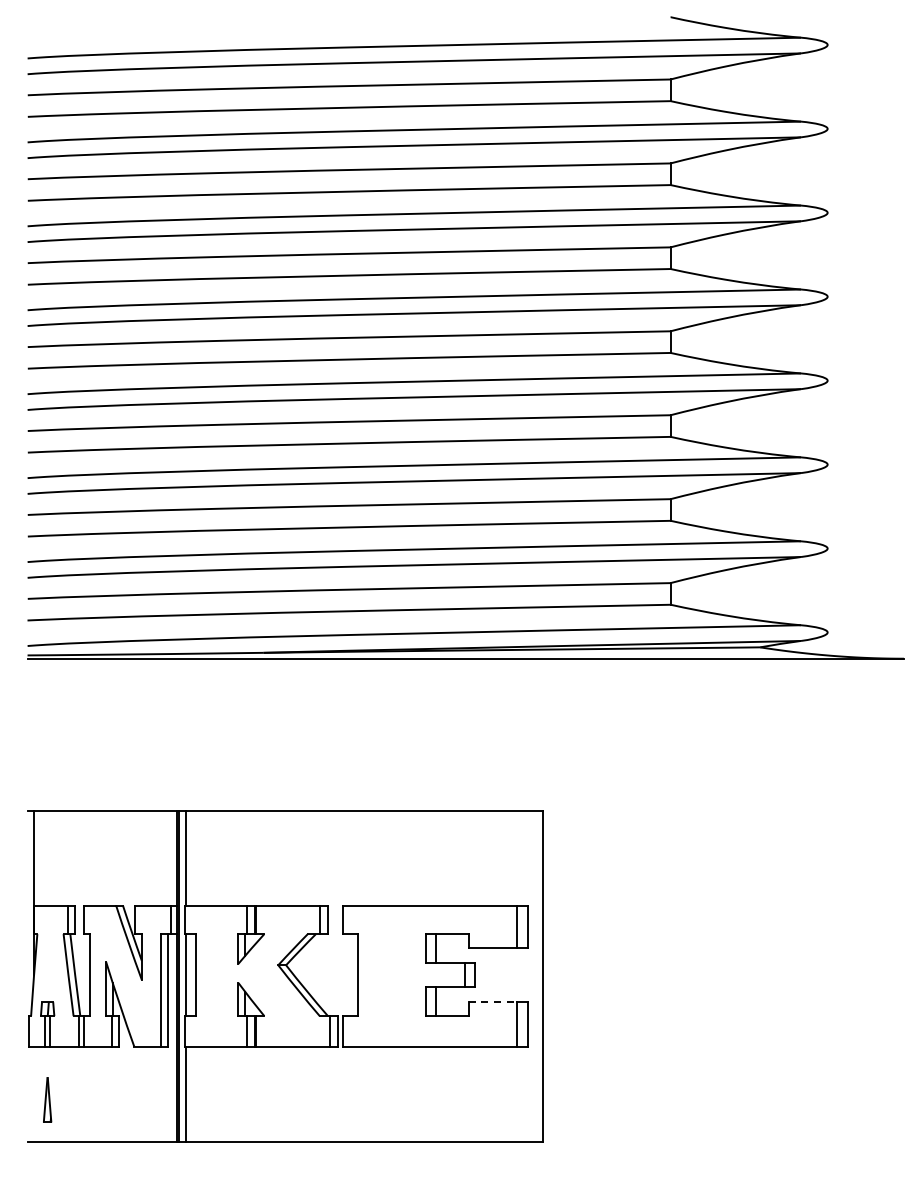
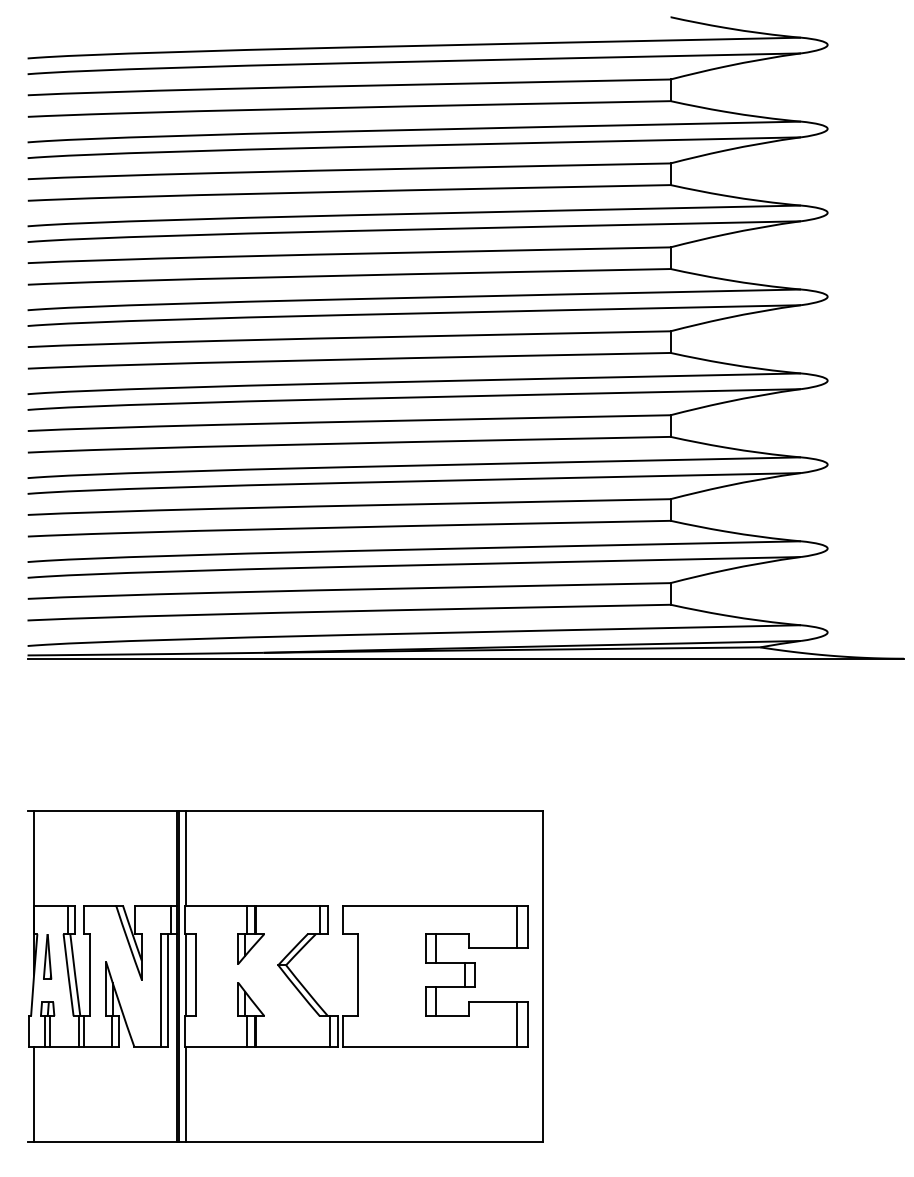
line at (493, 1001): dashed -> solid
line at (34, 1093): none -> present
part at (47, 1099) position: (47, 1099) -> (47, 956)
